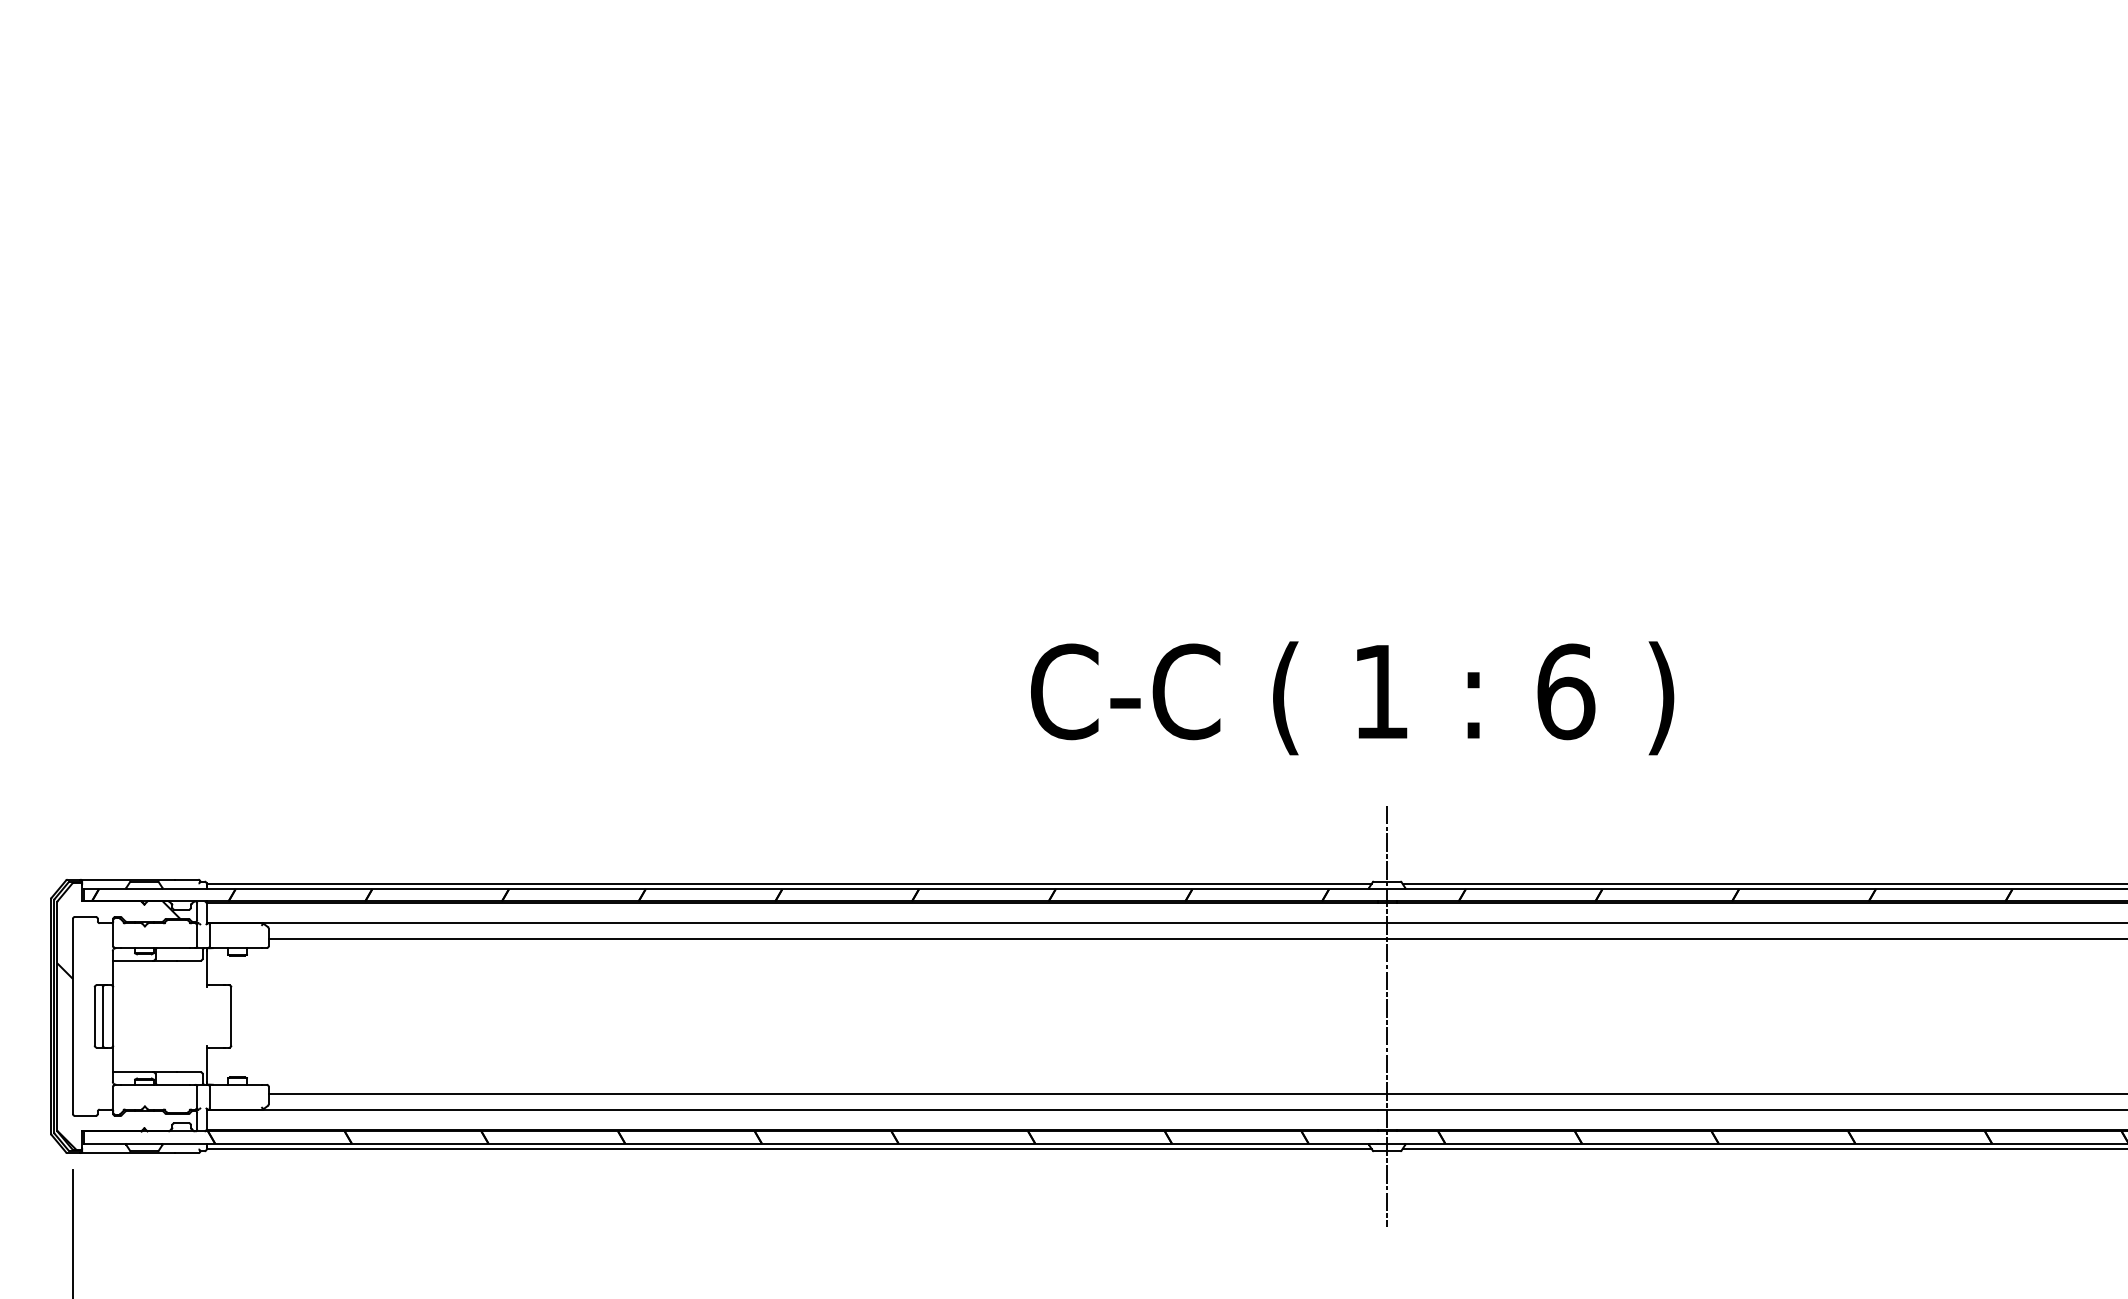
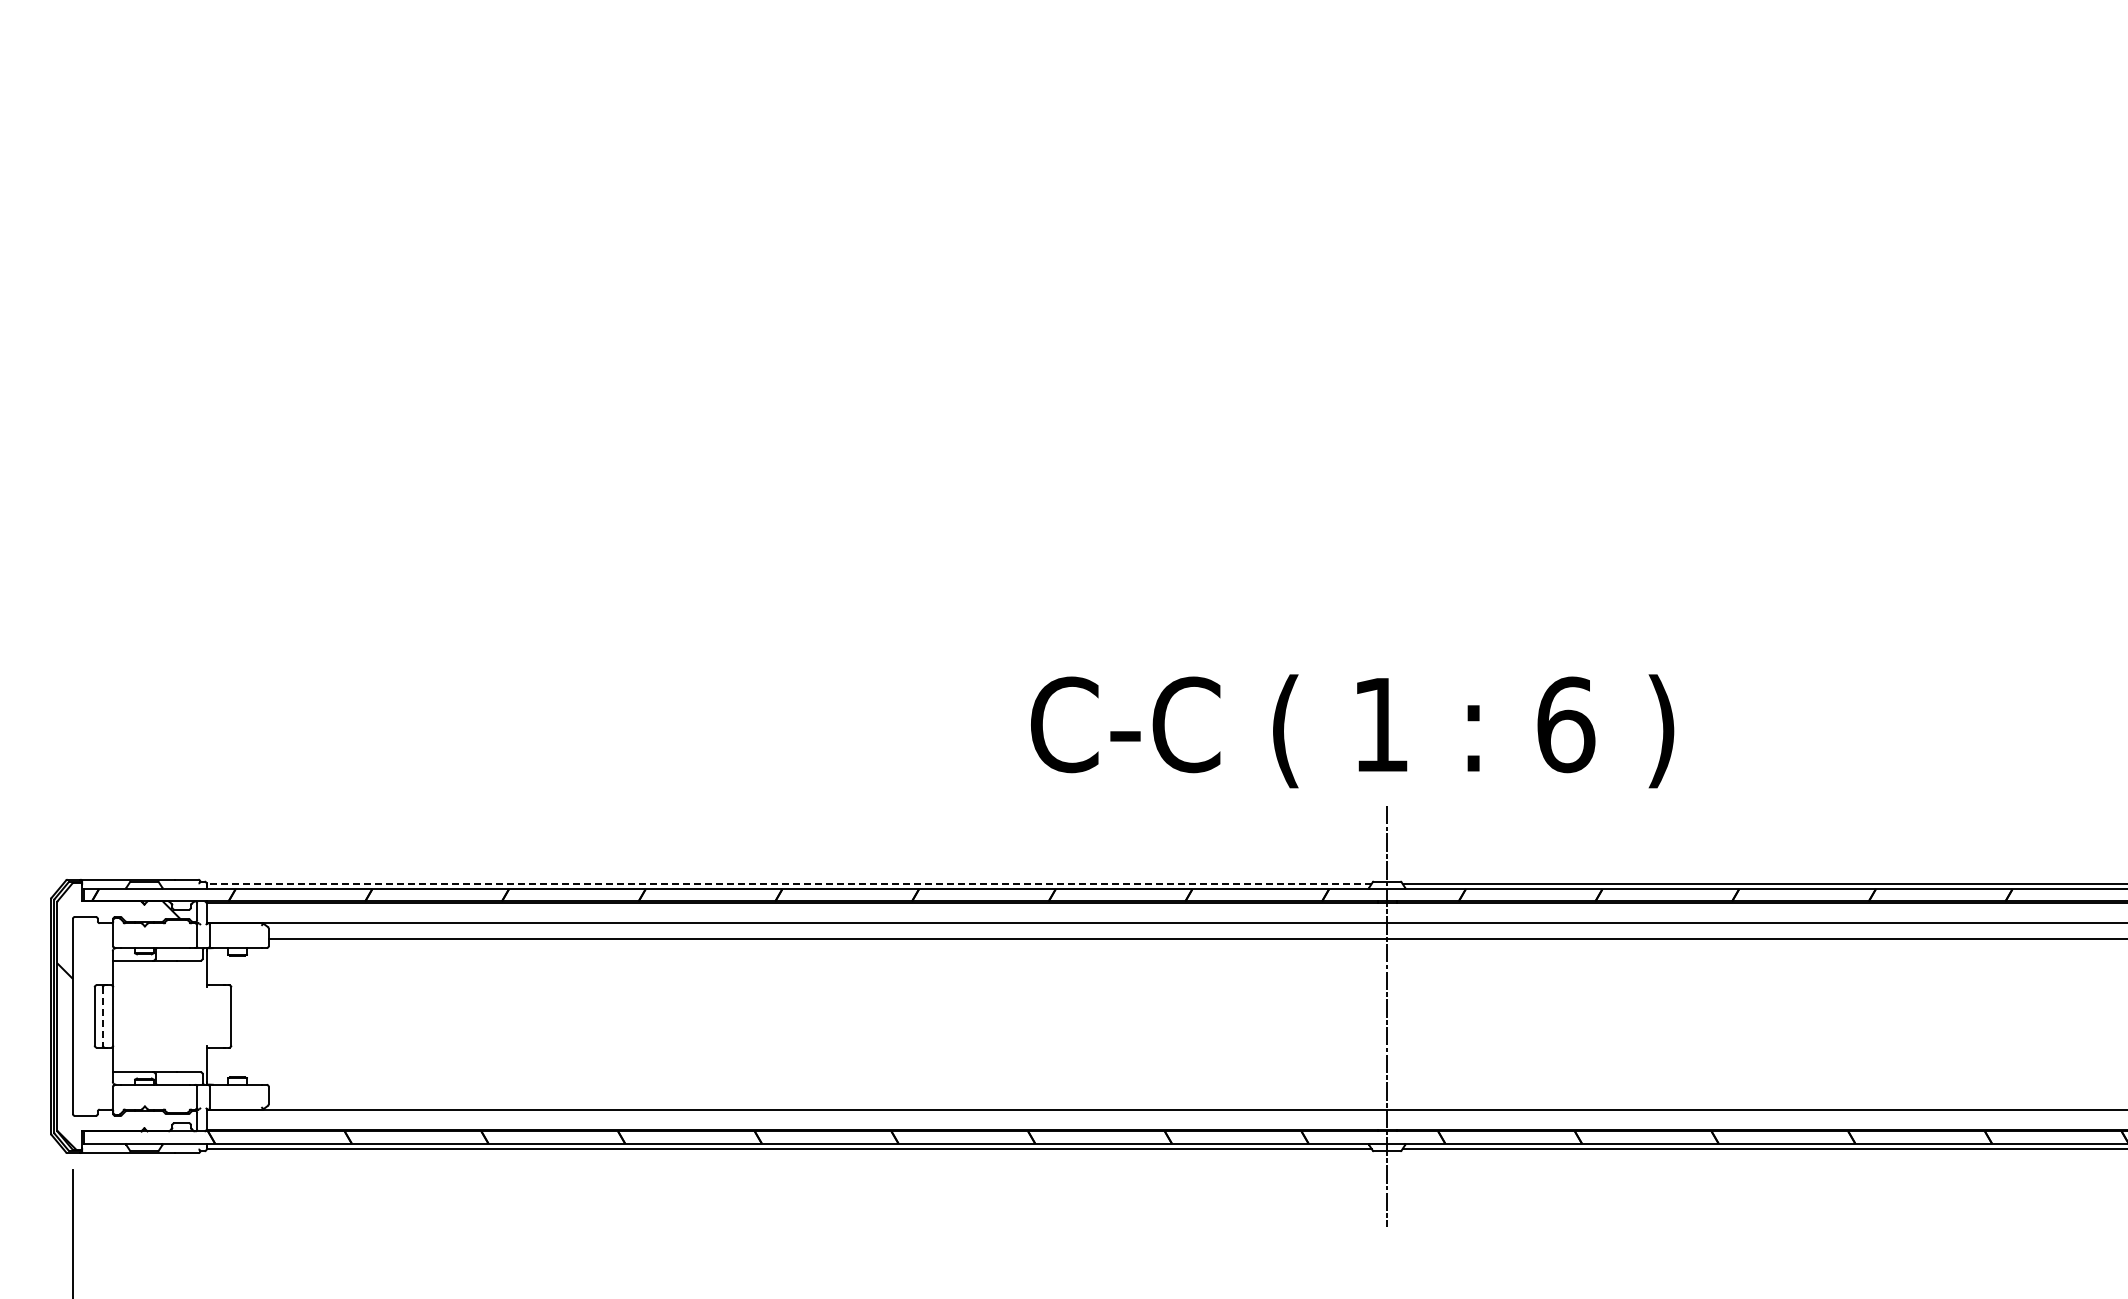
text at (1352, 698) position: (1352, 698) -> (1352, 731)
line at (789, 884): solid -> dashed
line at (102, 1016): solid -> dashed
line at (1196, 1094): present -> none
